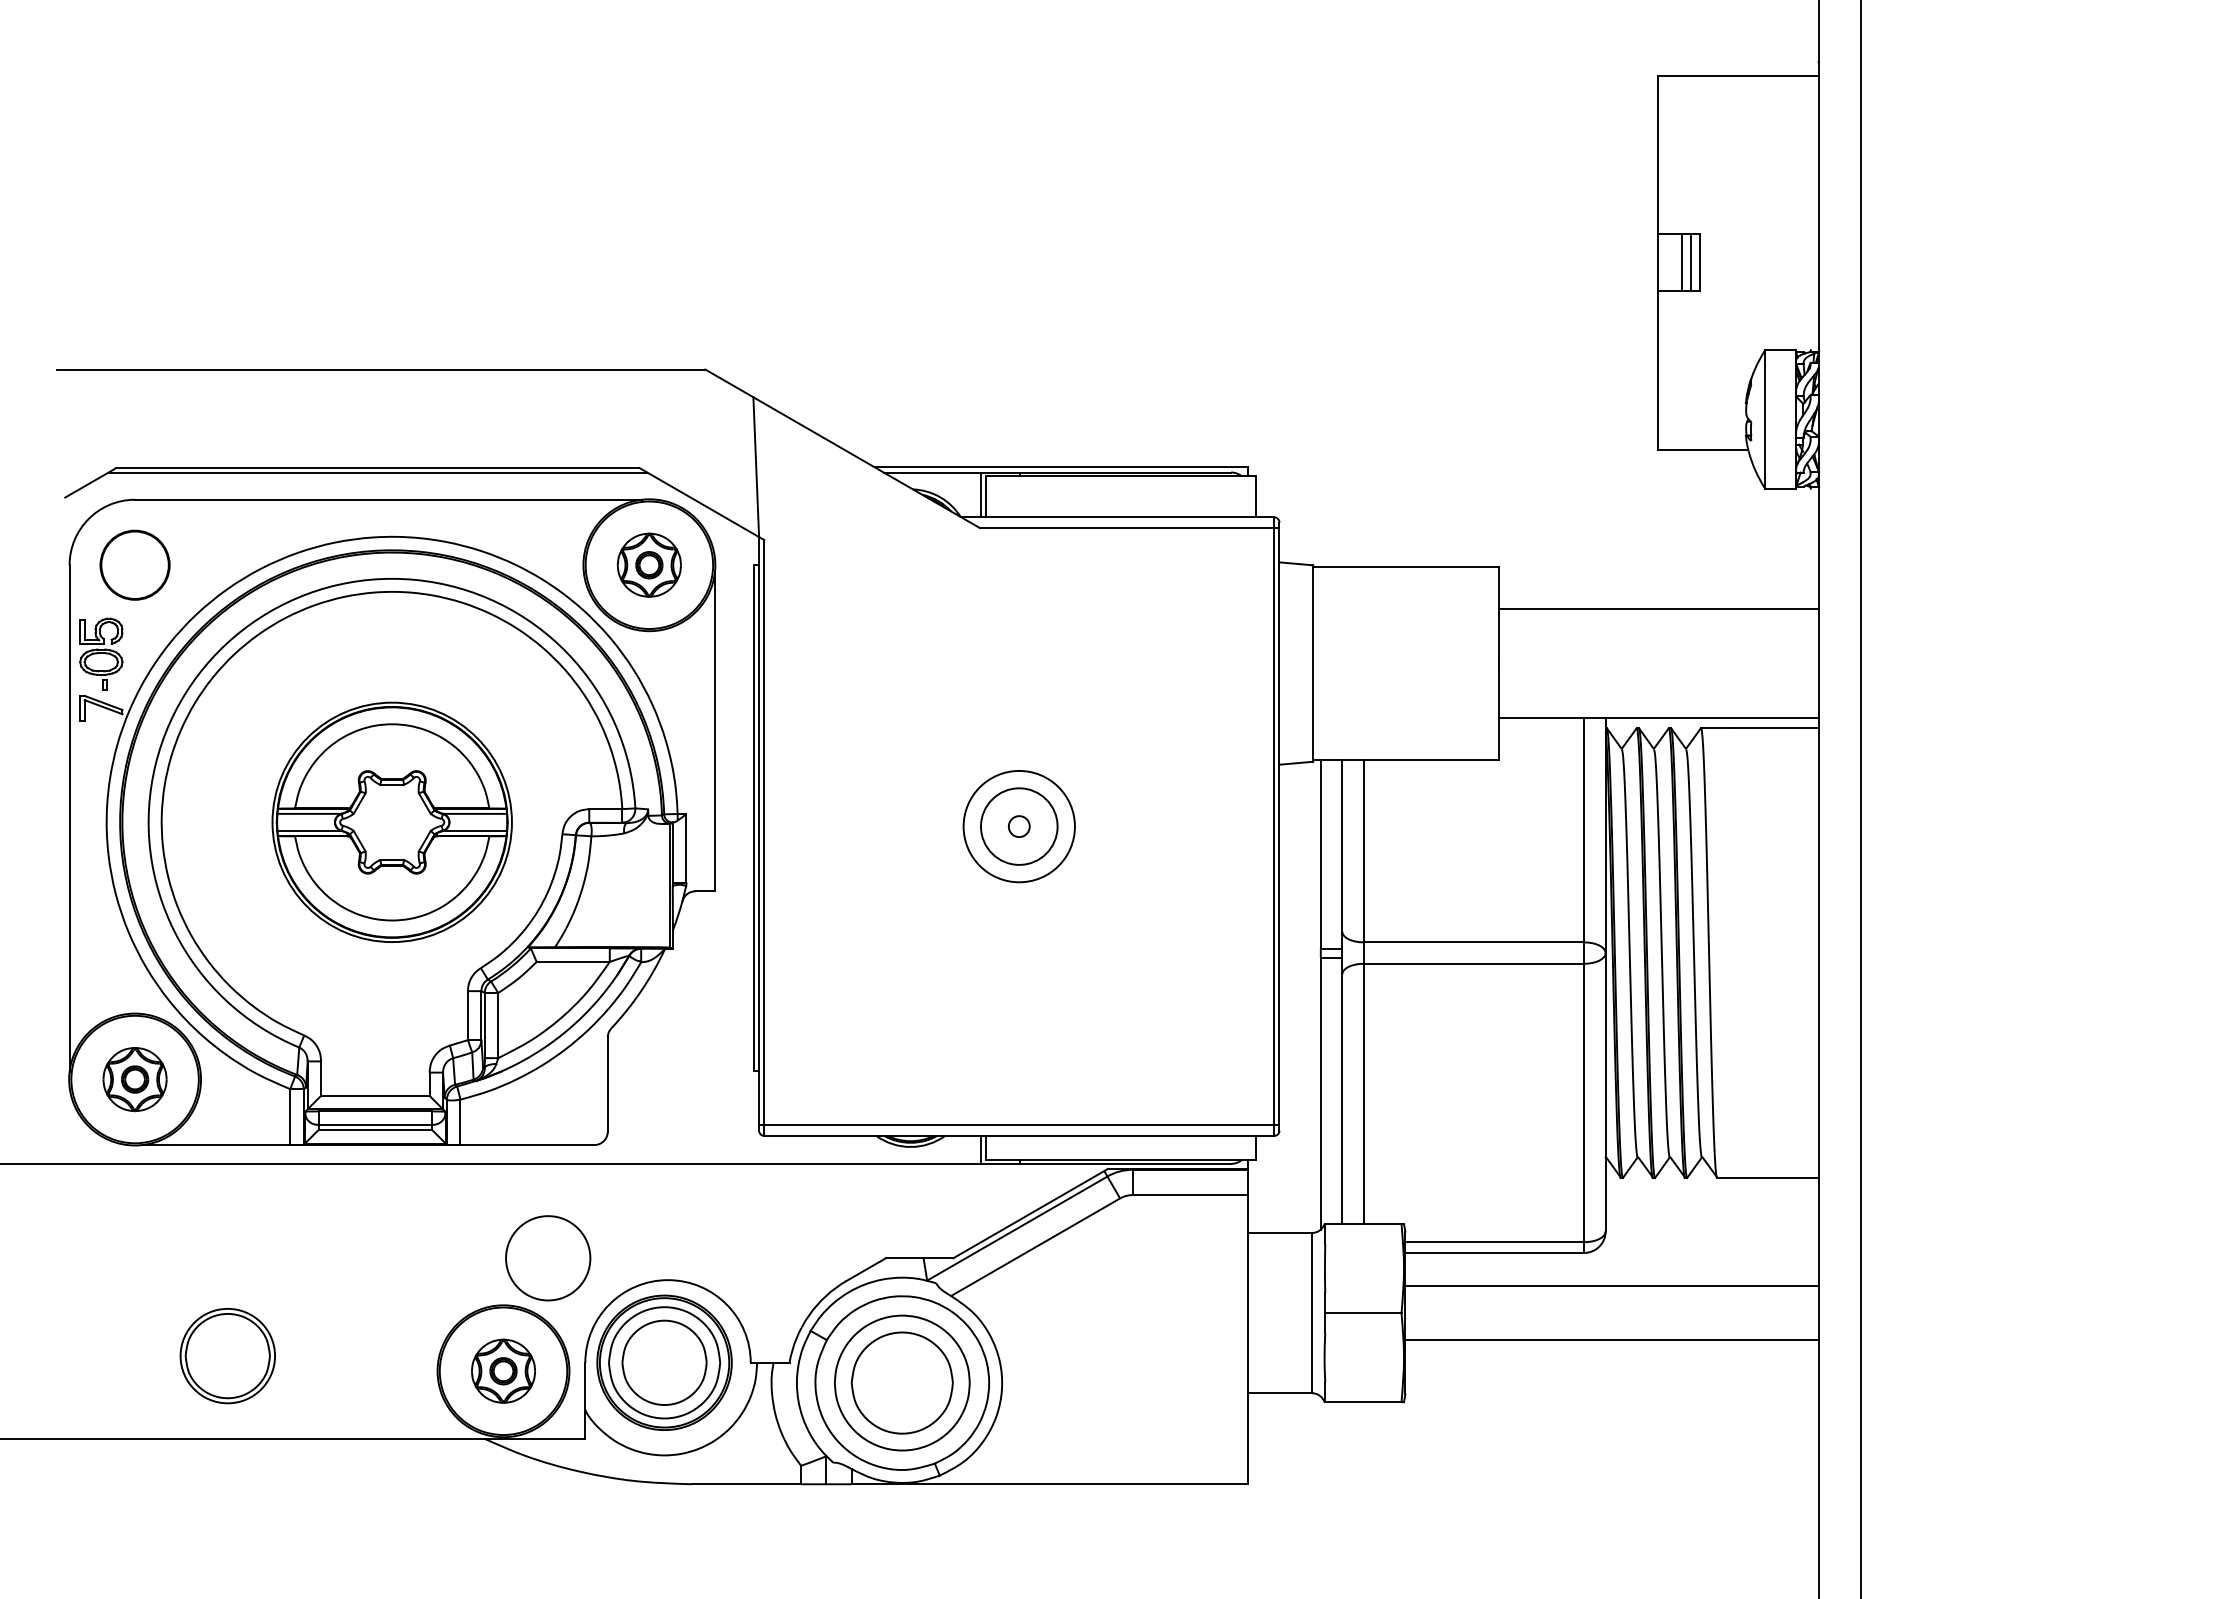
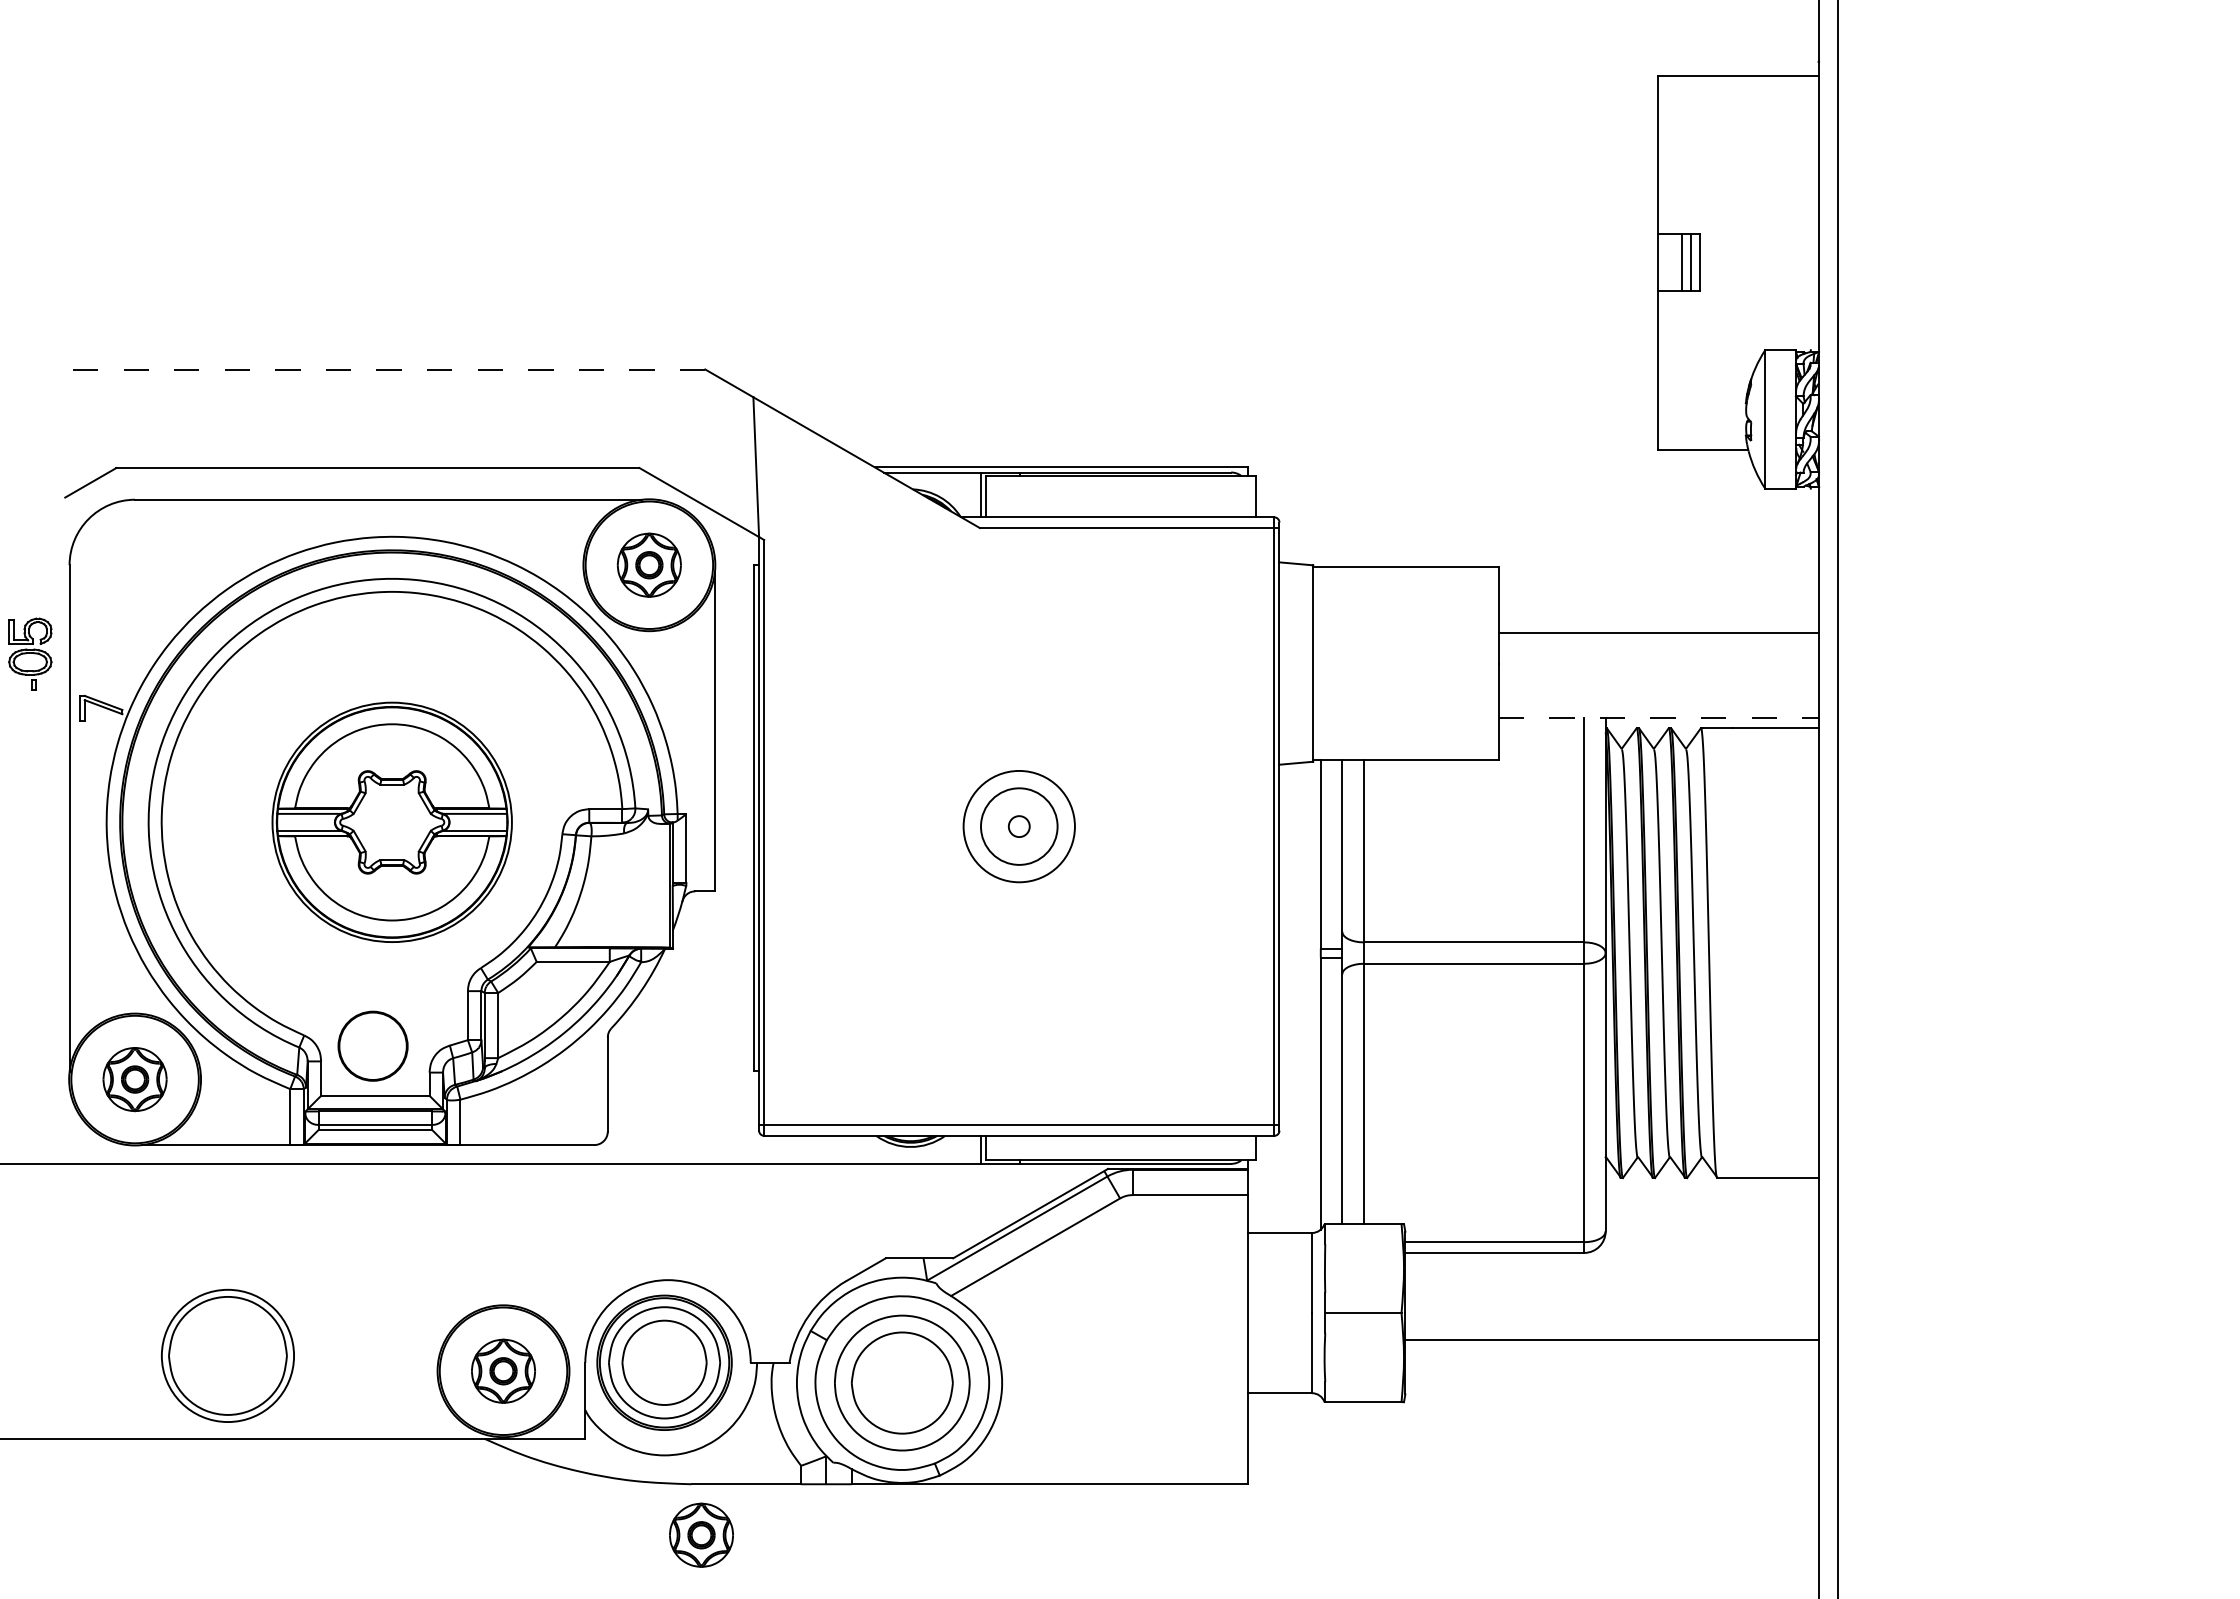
line at (380, 369): solid -> dashed
line at (377, 472): present -> none
circle at (134, 564) position: (134, 564) -> (372, 1045)
line at (1658, 608) position: (1658, 608) -> (1658, 632)
part at (101, 653) position: (101, 653) -> (30, 653)
line at (1659, 718): solid -> dashed
line at (1860, 798) position: (1860, 798) -> (1837, 798)
circle at (548, 1258): present -> none
line at (1611, 1286): present -> none
part at (227, 1356) size: 97x97 px -> 134x135 px
part at (701, 1534): none -> present
